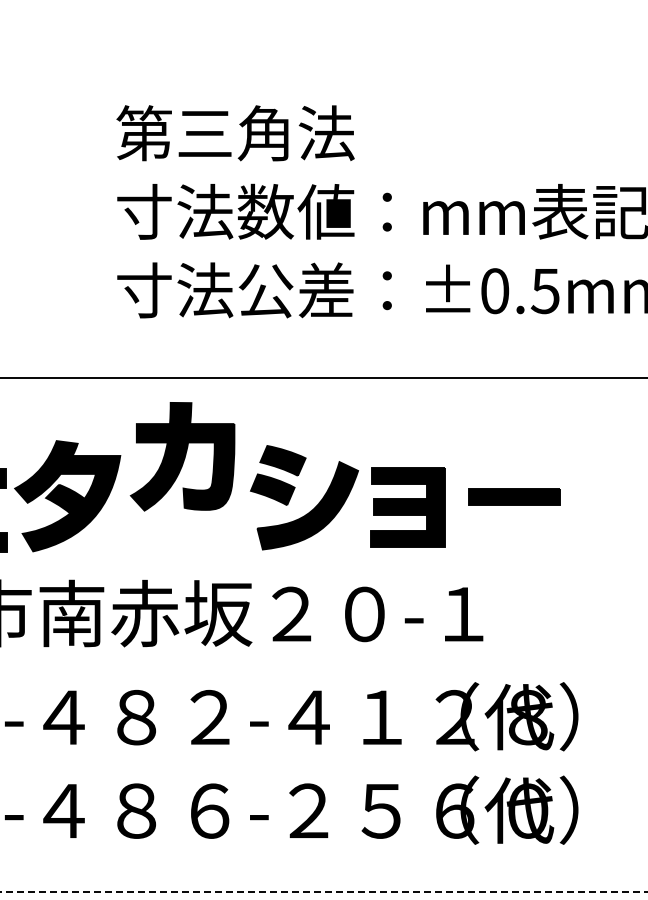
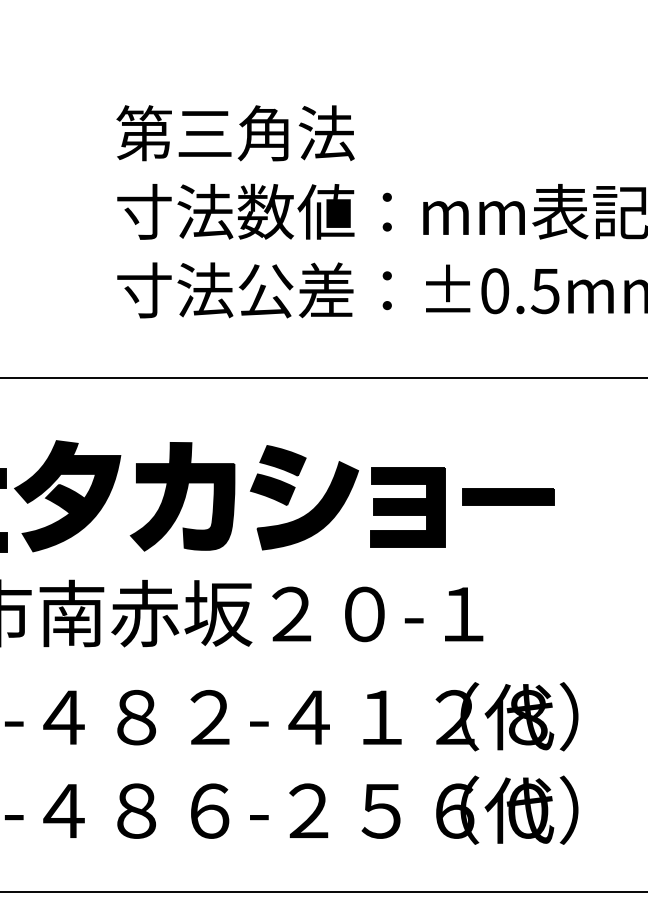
part at (182, 456) position: (182, 456) -> (182, 496)
part at (514, 496) position: (514, 496) -> (508, 496)
line at (323, 892): dashed -> solid
